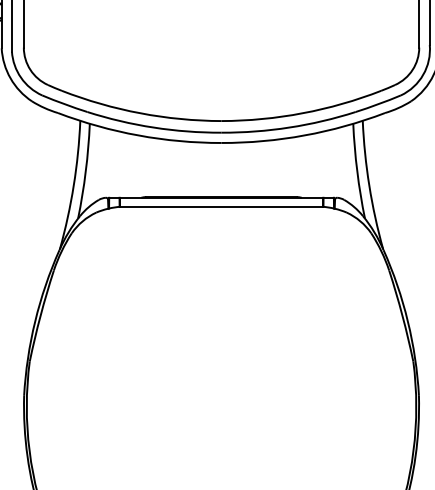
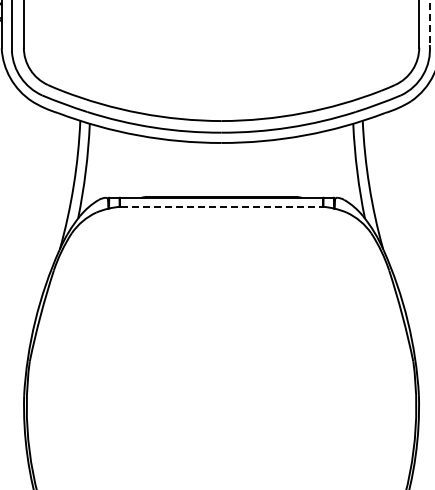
line at (429, 23): solid -> dashed
line at (221, 206): solid -> dashed
